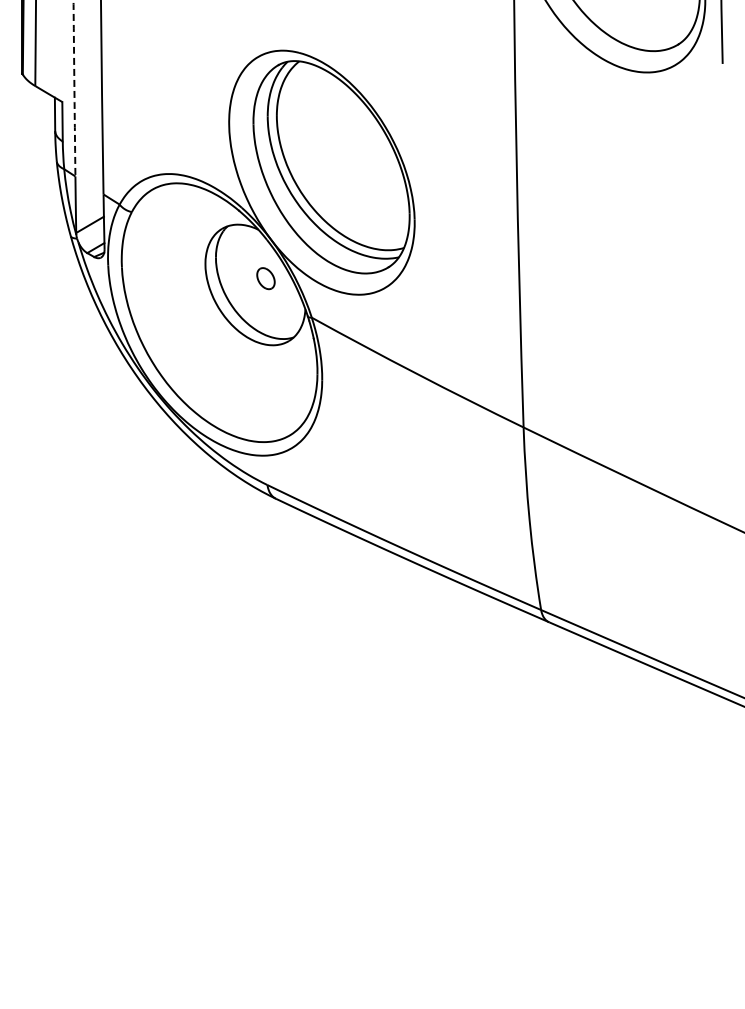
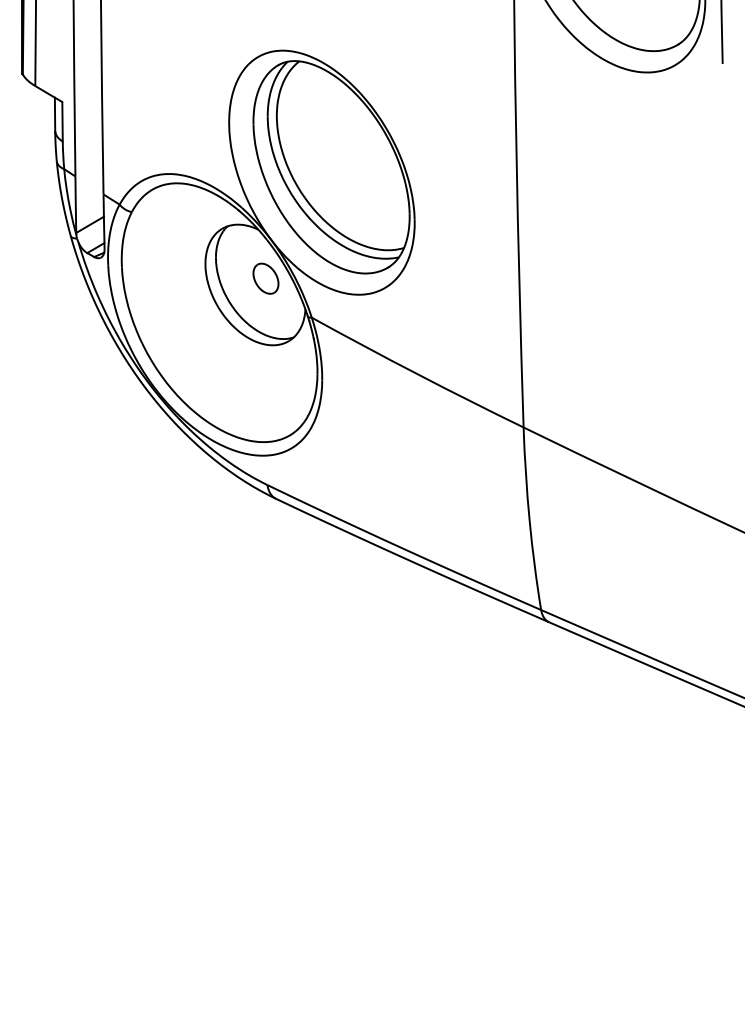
arc at (74, 88): dashed -> solid
part at (265, 278) size: 20x24 px -> 28x33 px
